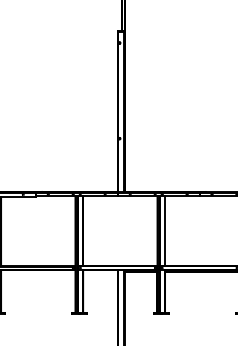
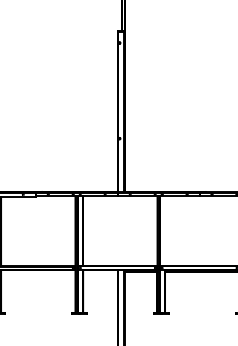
line at (164, 230): present -> none
